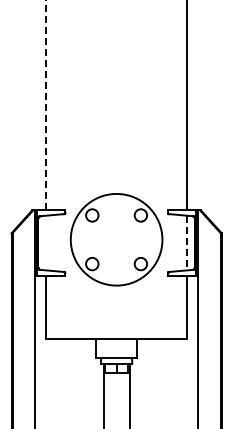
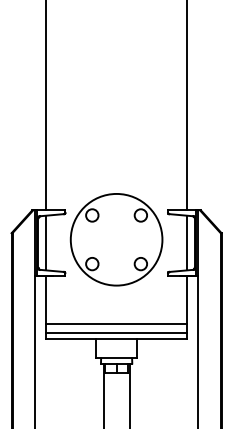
line at (45, 105): dashed -> solid
line at (45, 242): none -> present
line at (187, 243): dashed -> solid
line at (116, 323): none -> present
line at (116, 332): none -> present
